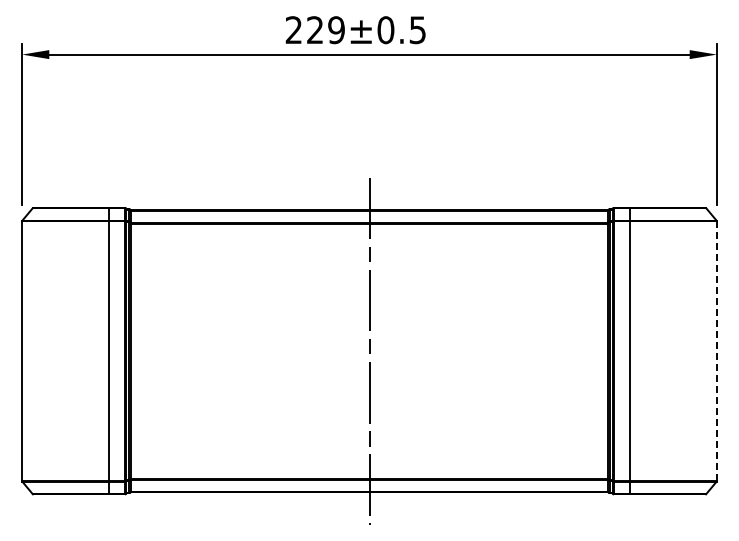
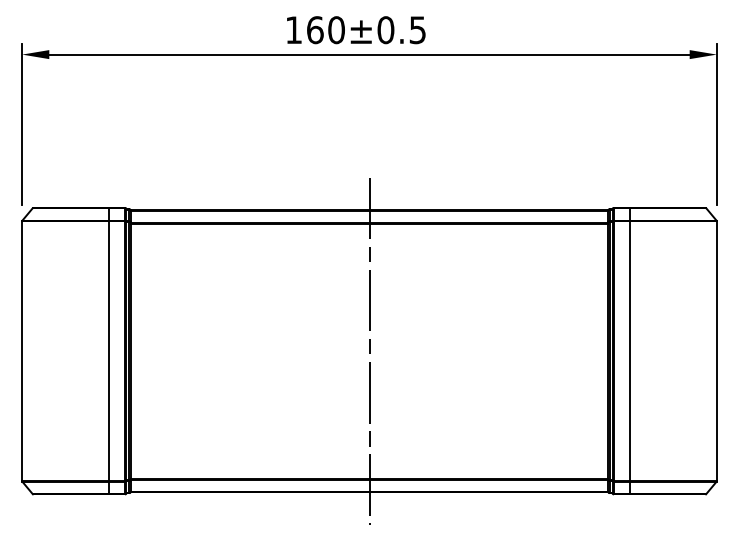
text at (314, 30): 229±0.5 -> 160±0.5
line at (716, 351): dashed -> solid
